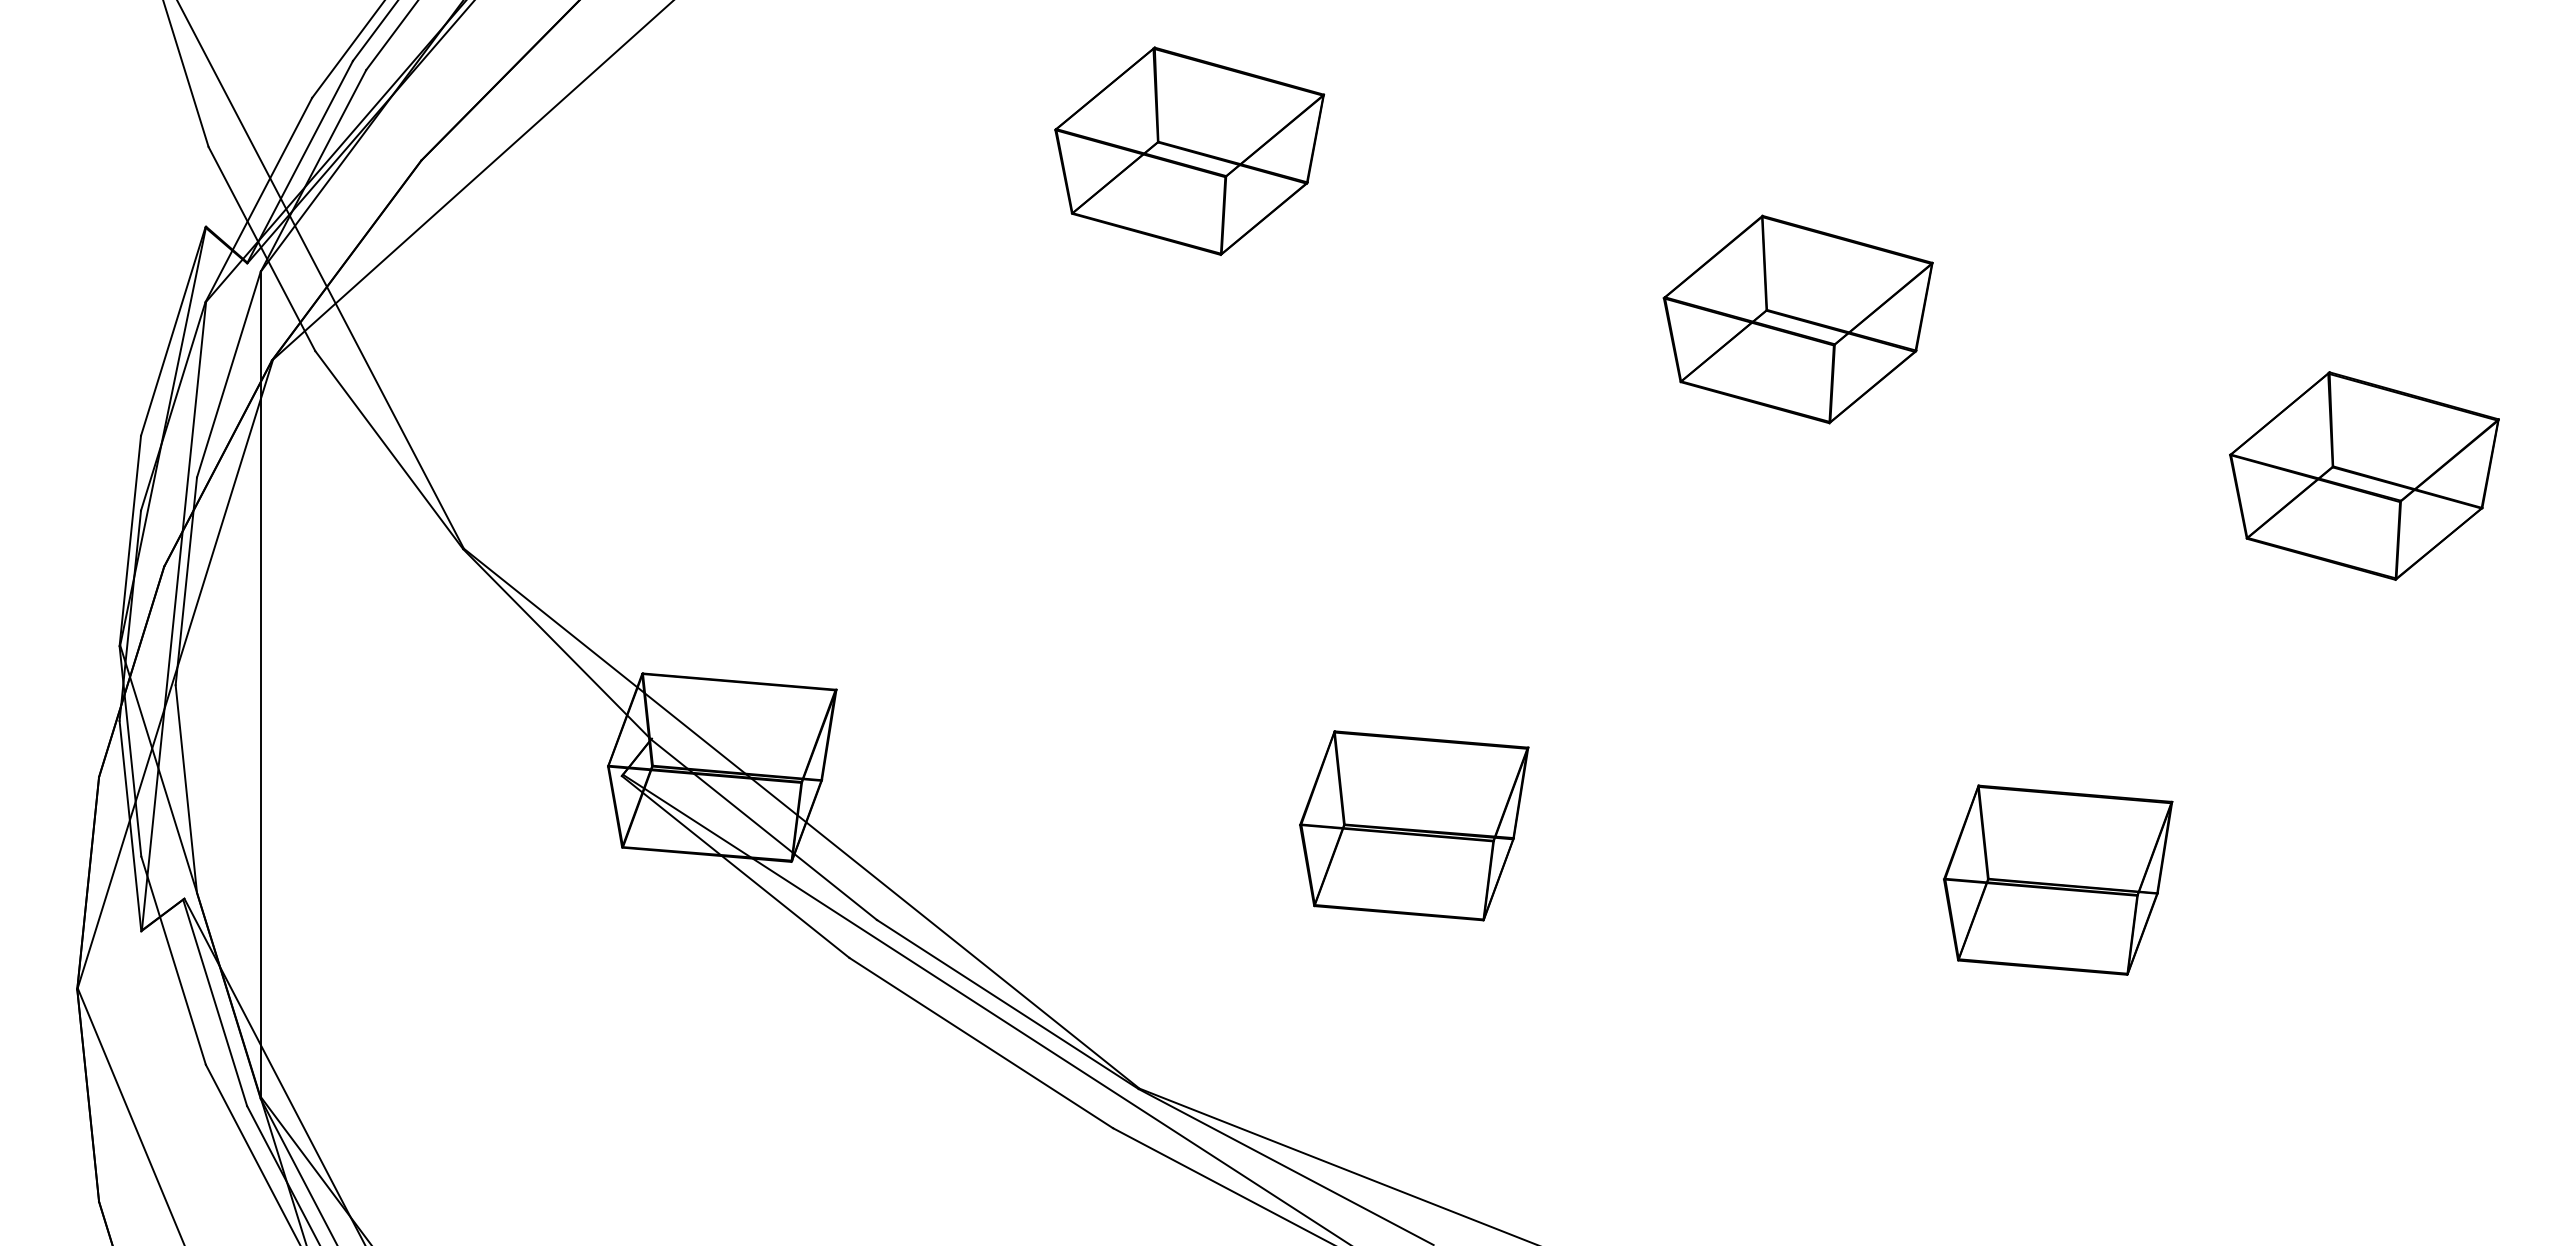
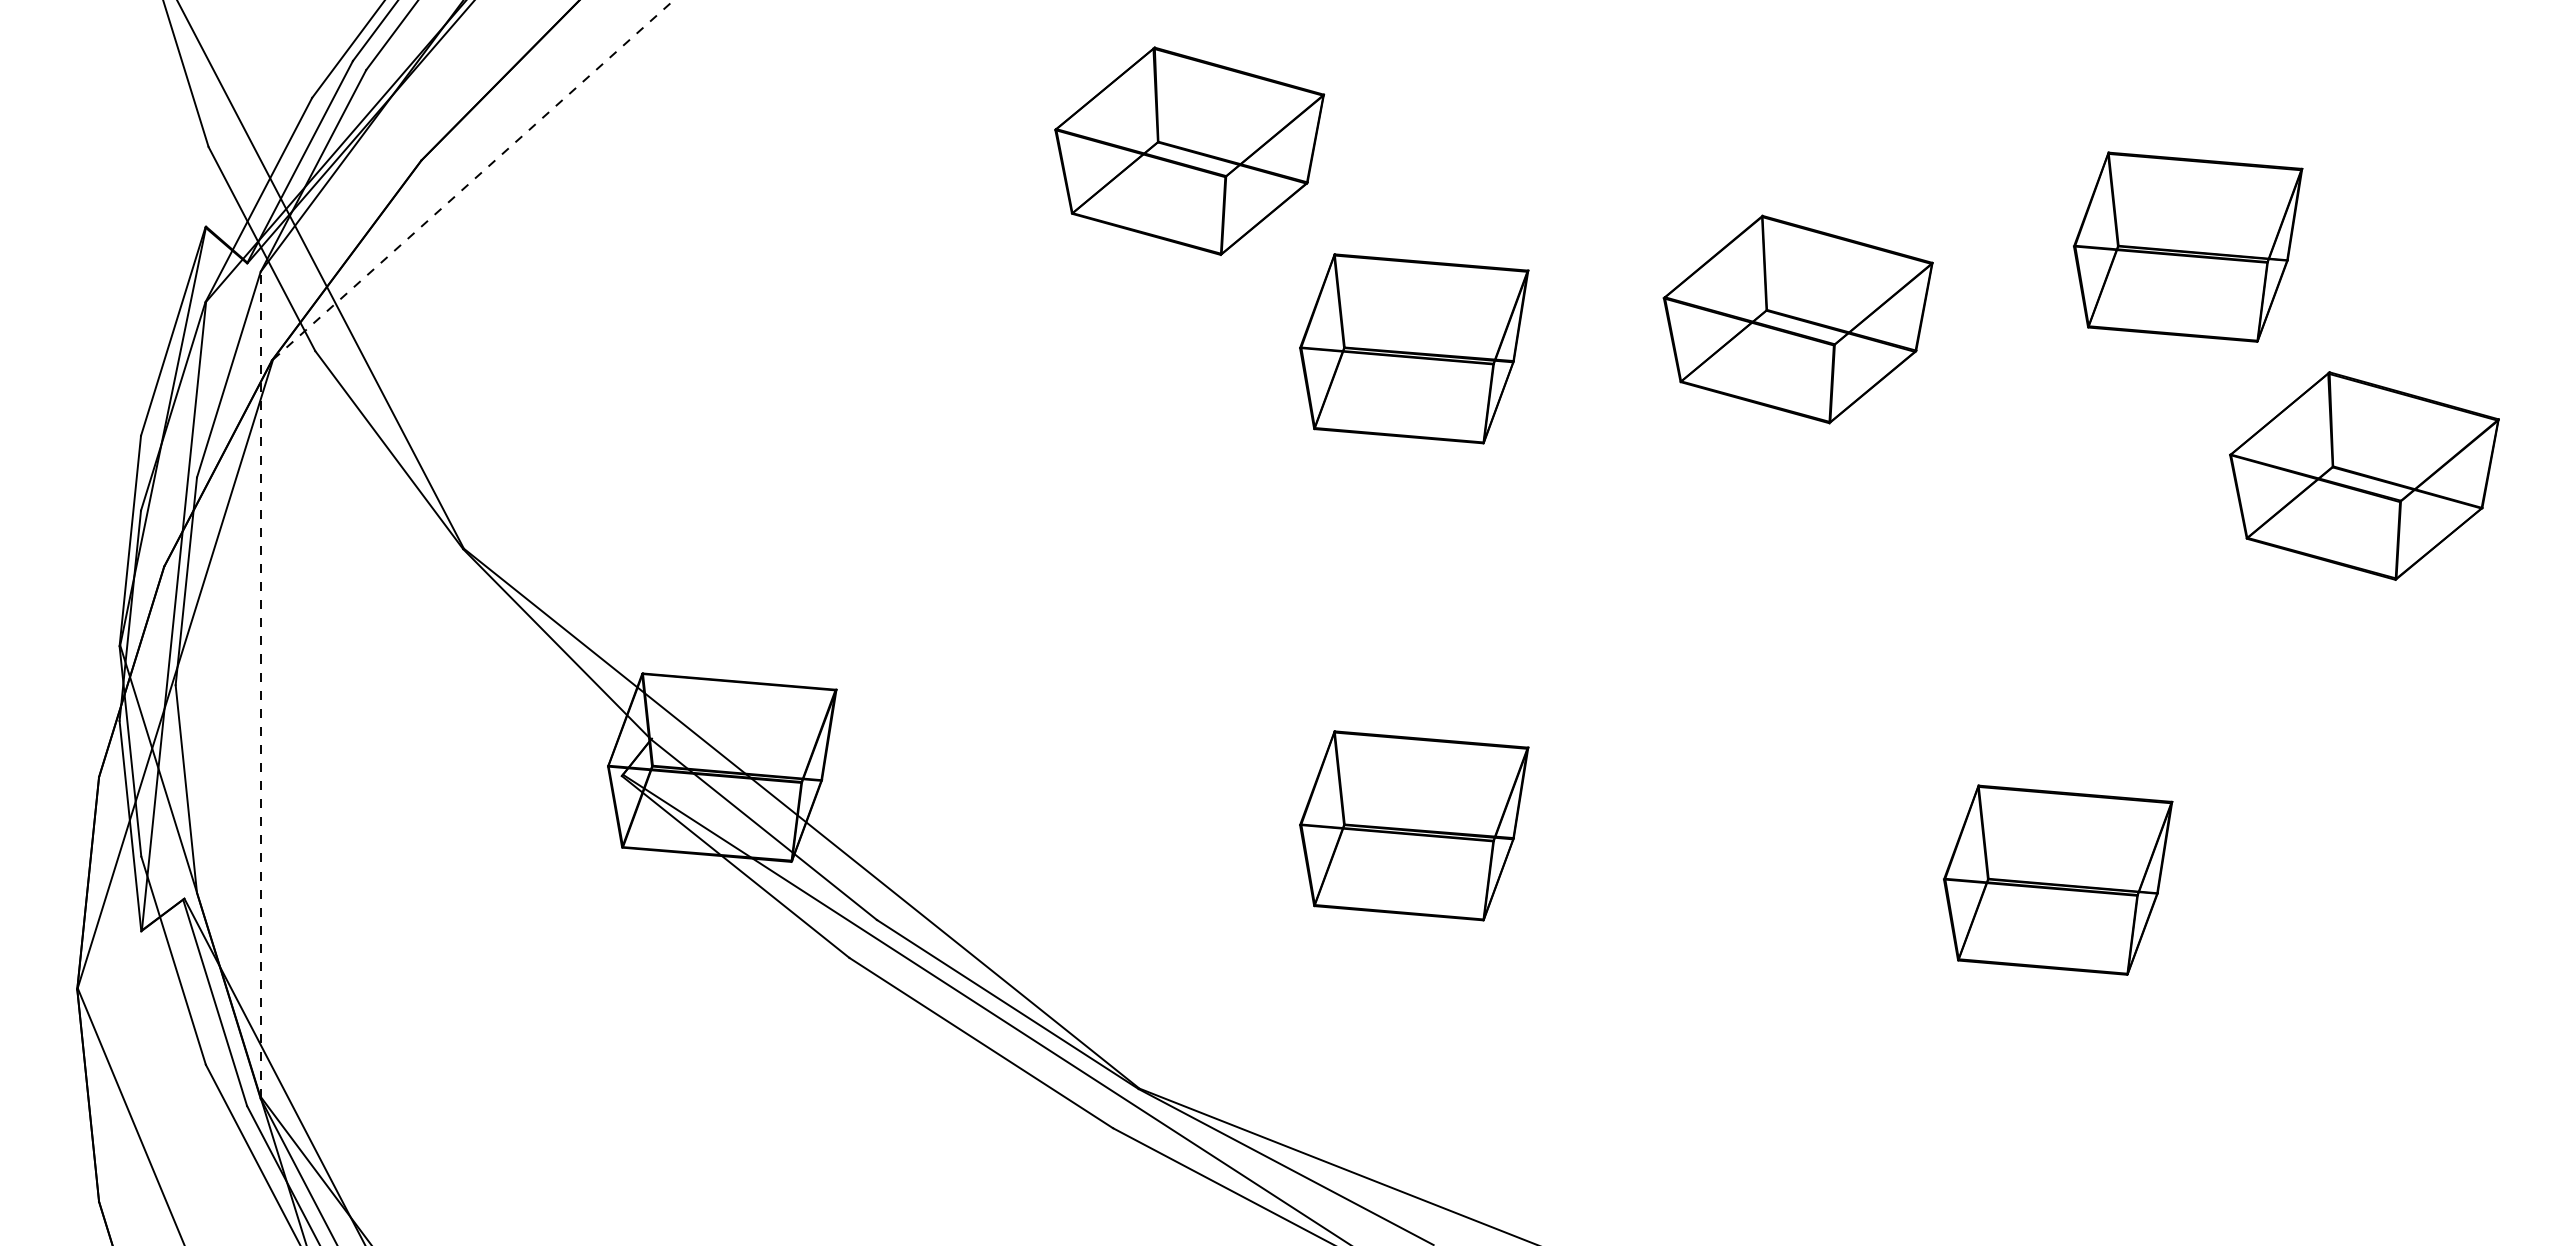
line at (473, 179): solid -> dashed
part at (2188, 246): none -> present
part at (1414, 348): none -> present
line at (261, 683): solid -> dashed
